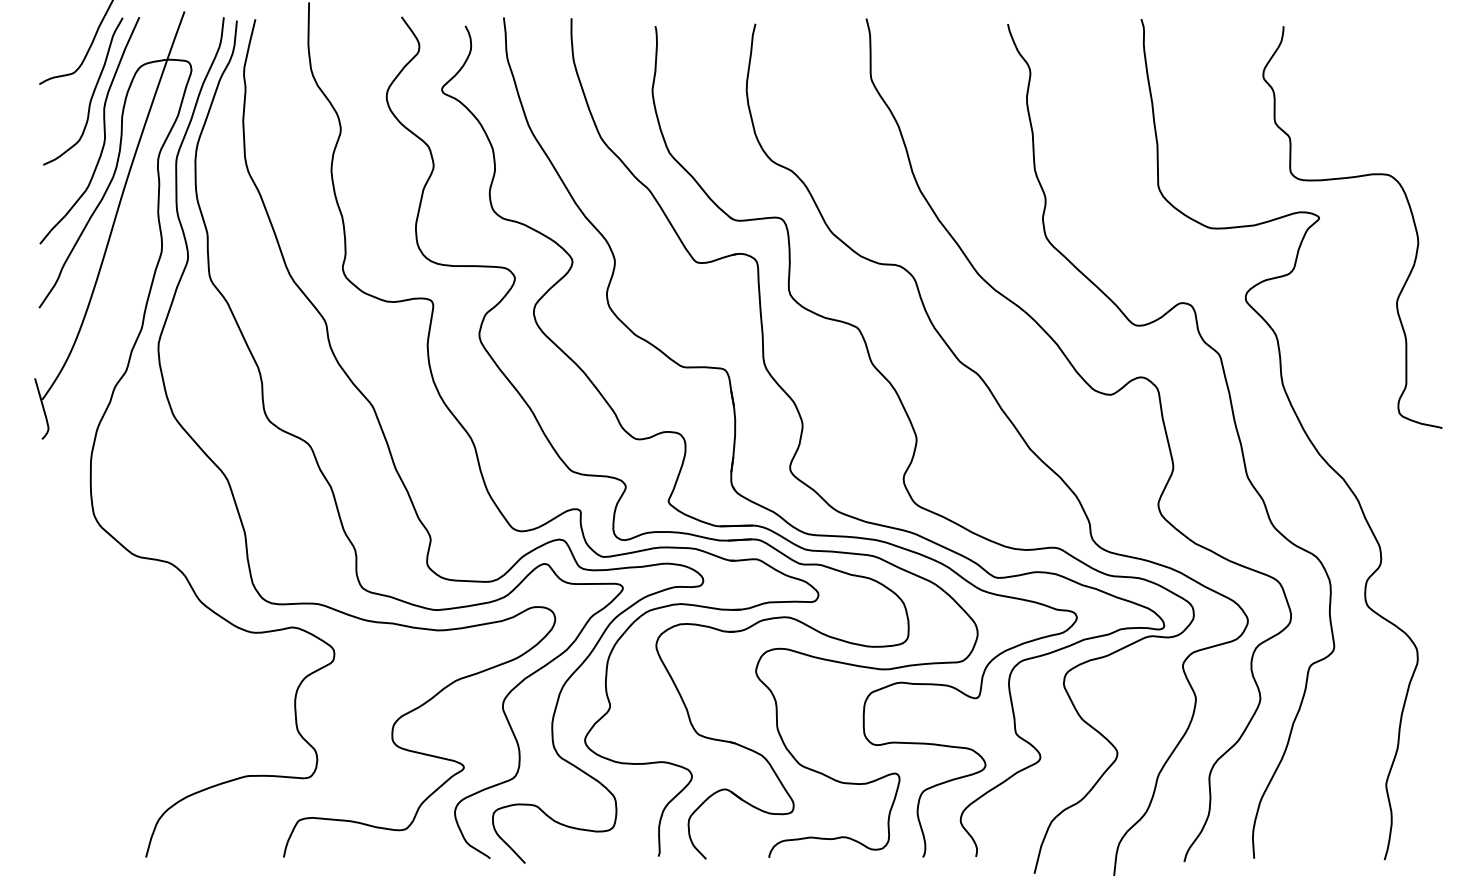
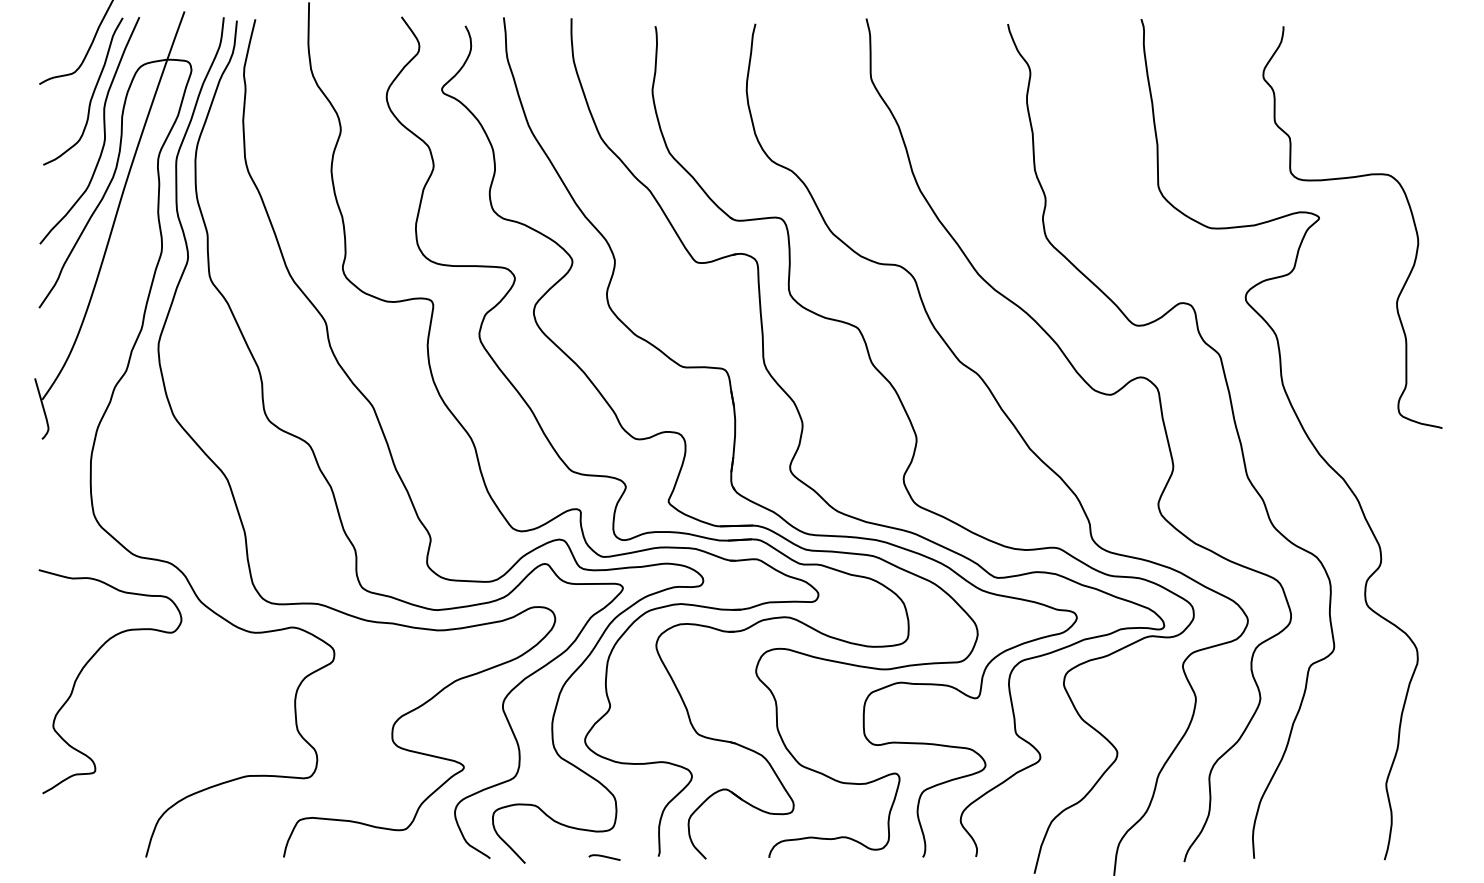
curve at (87, 664): none -> present
curve at (604, 857): none -> present
